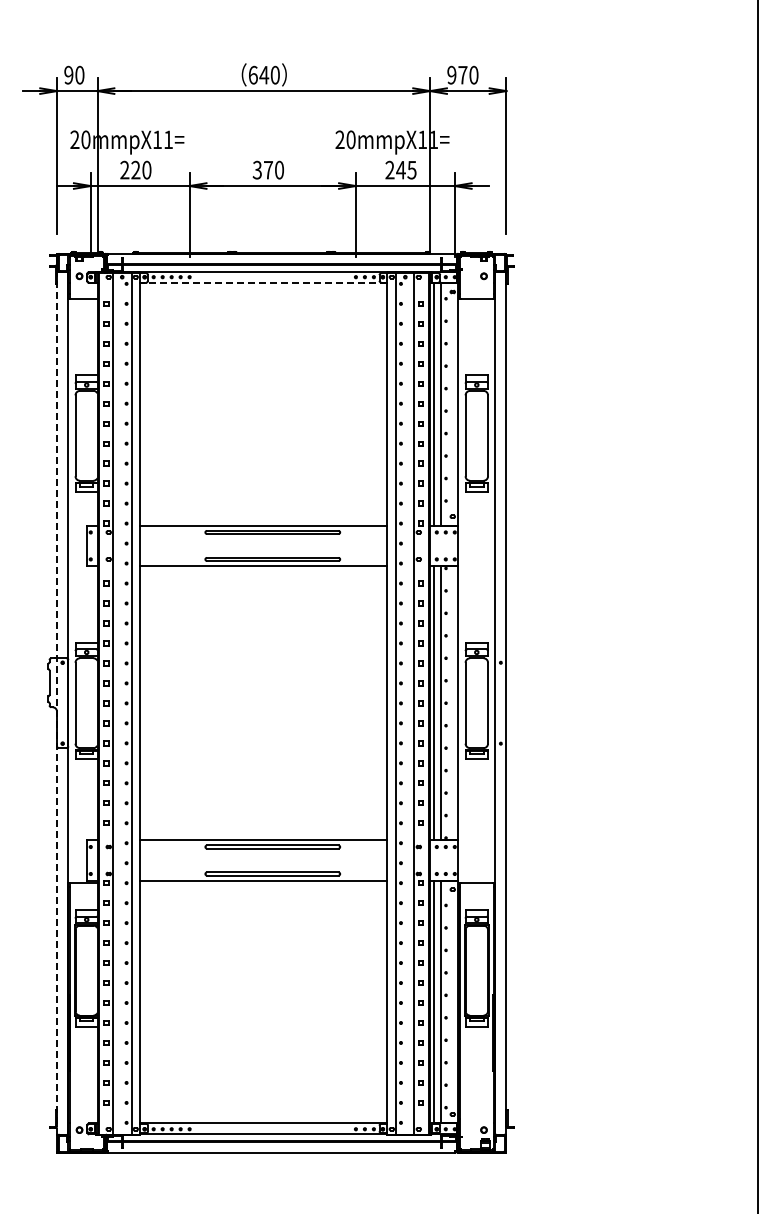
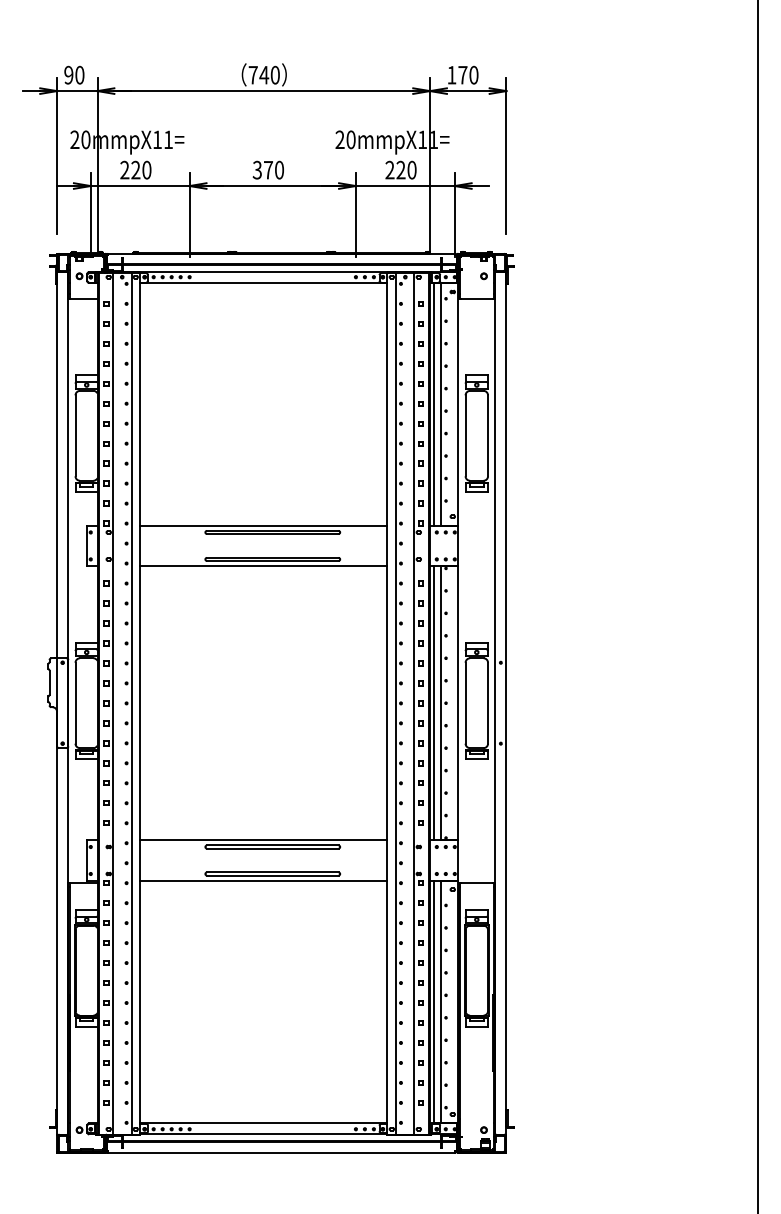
text at (252, 74): 640 -> 740
text at (451, 74): 970 -> 170
text at (406, 169): 245 -> 220
line at (263, 283): dashed -> solid
line at (57, 702): dashed -> solid
